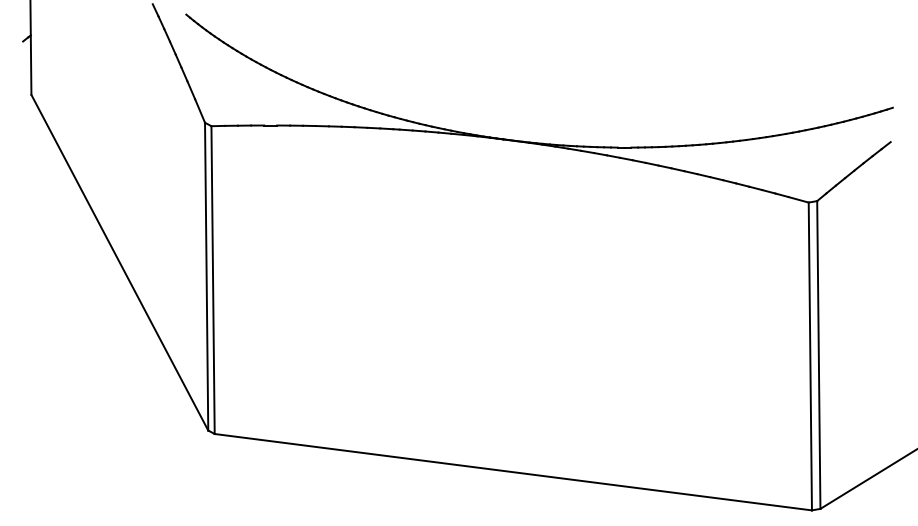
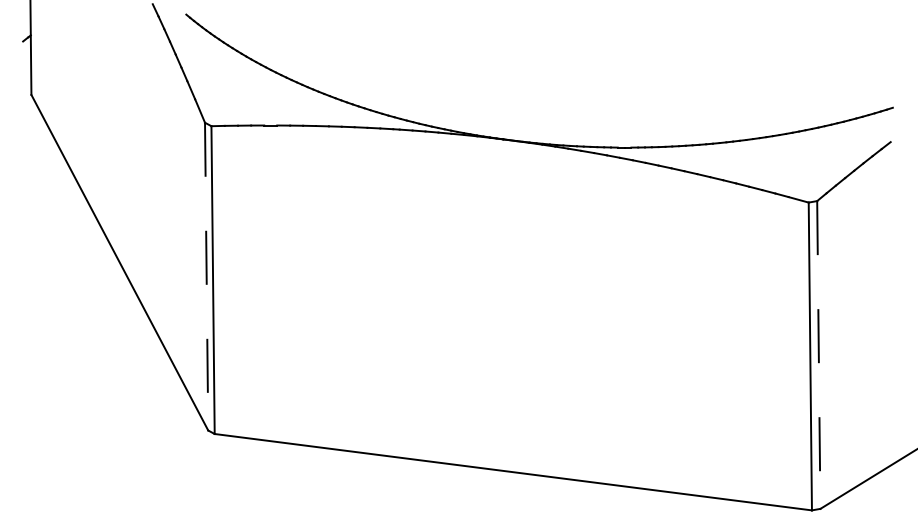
line at (206, 276): solid -> dashed
line at (818, 354): solid -> dashed
